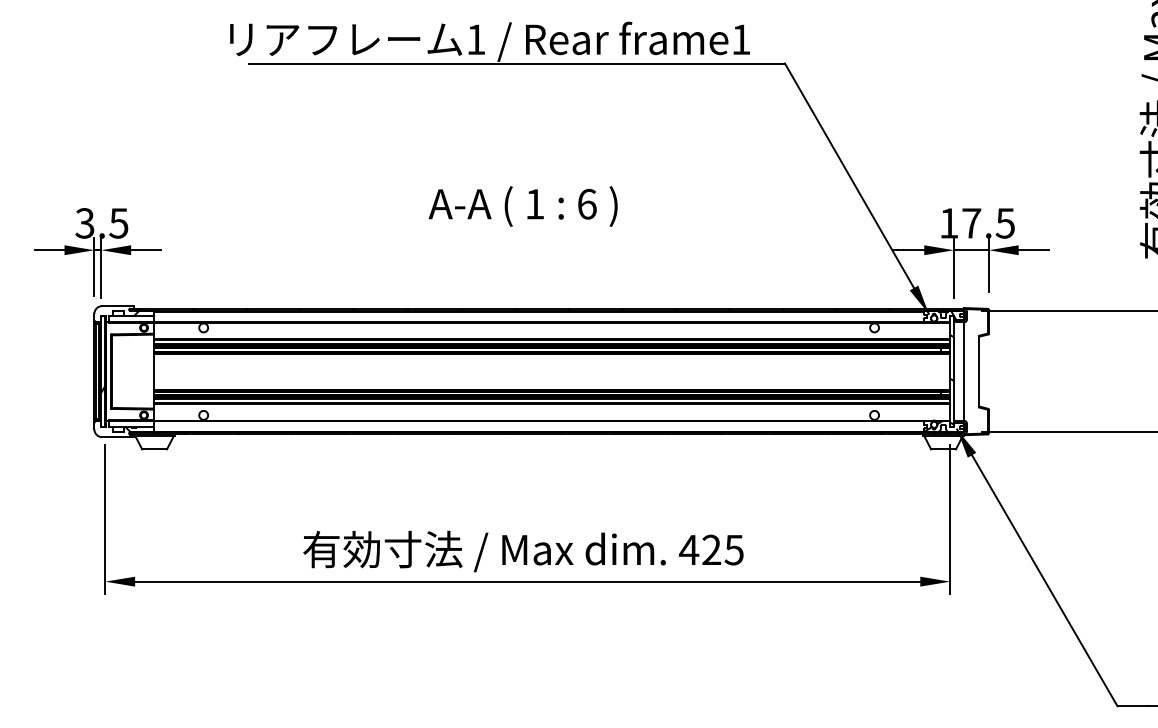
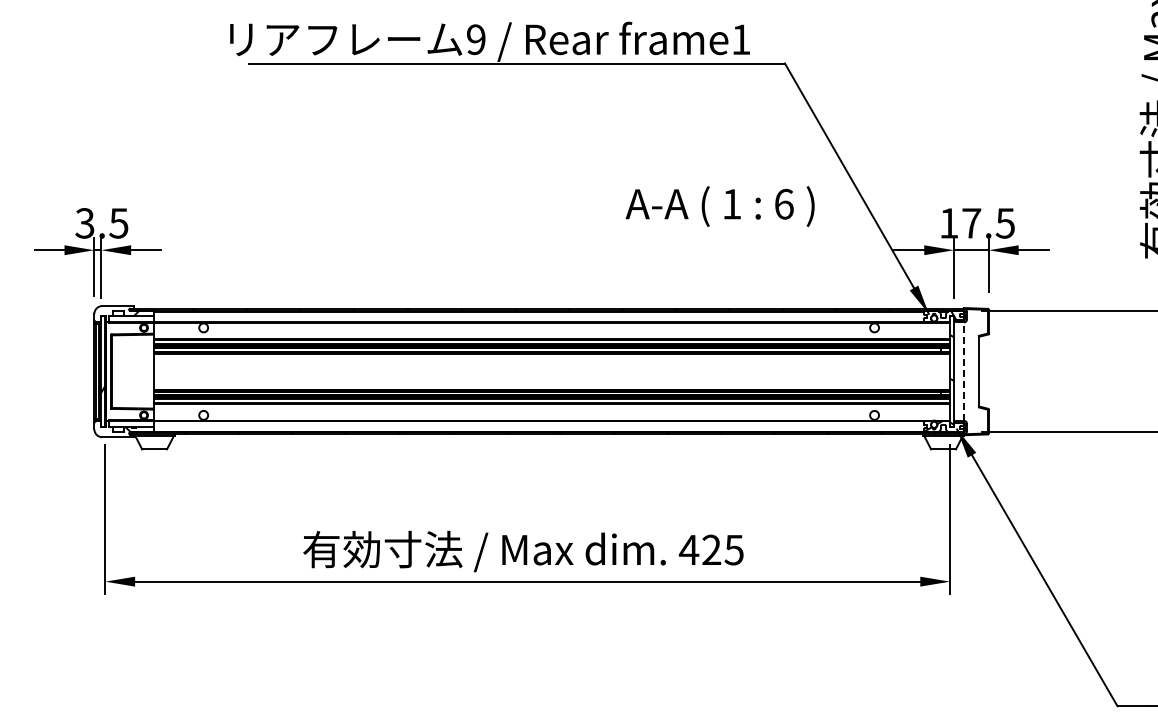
text at (476, 39): 1 -> 9
text at (522, 206) position: (522, 206) -> (719, 206)
line at (964, 371): solid -> dashed
